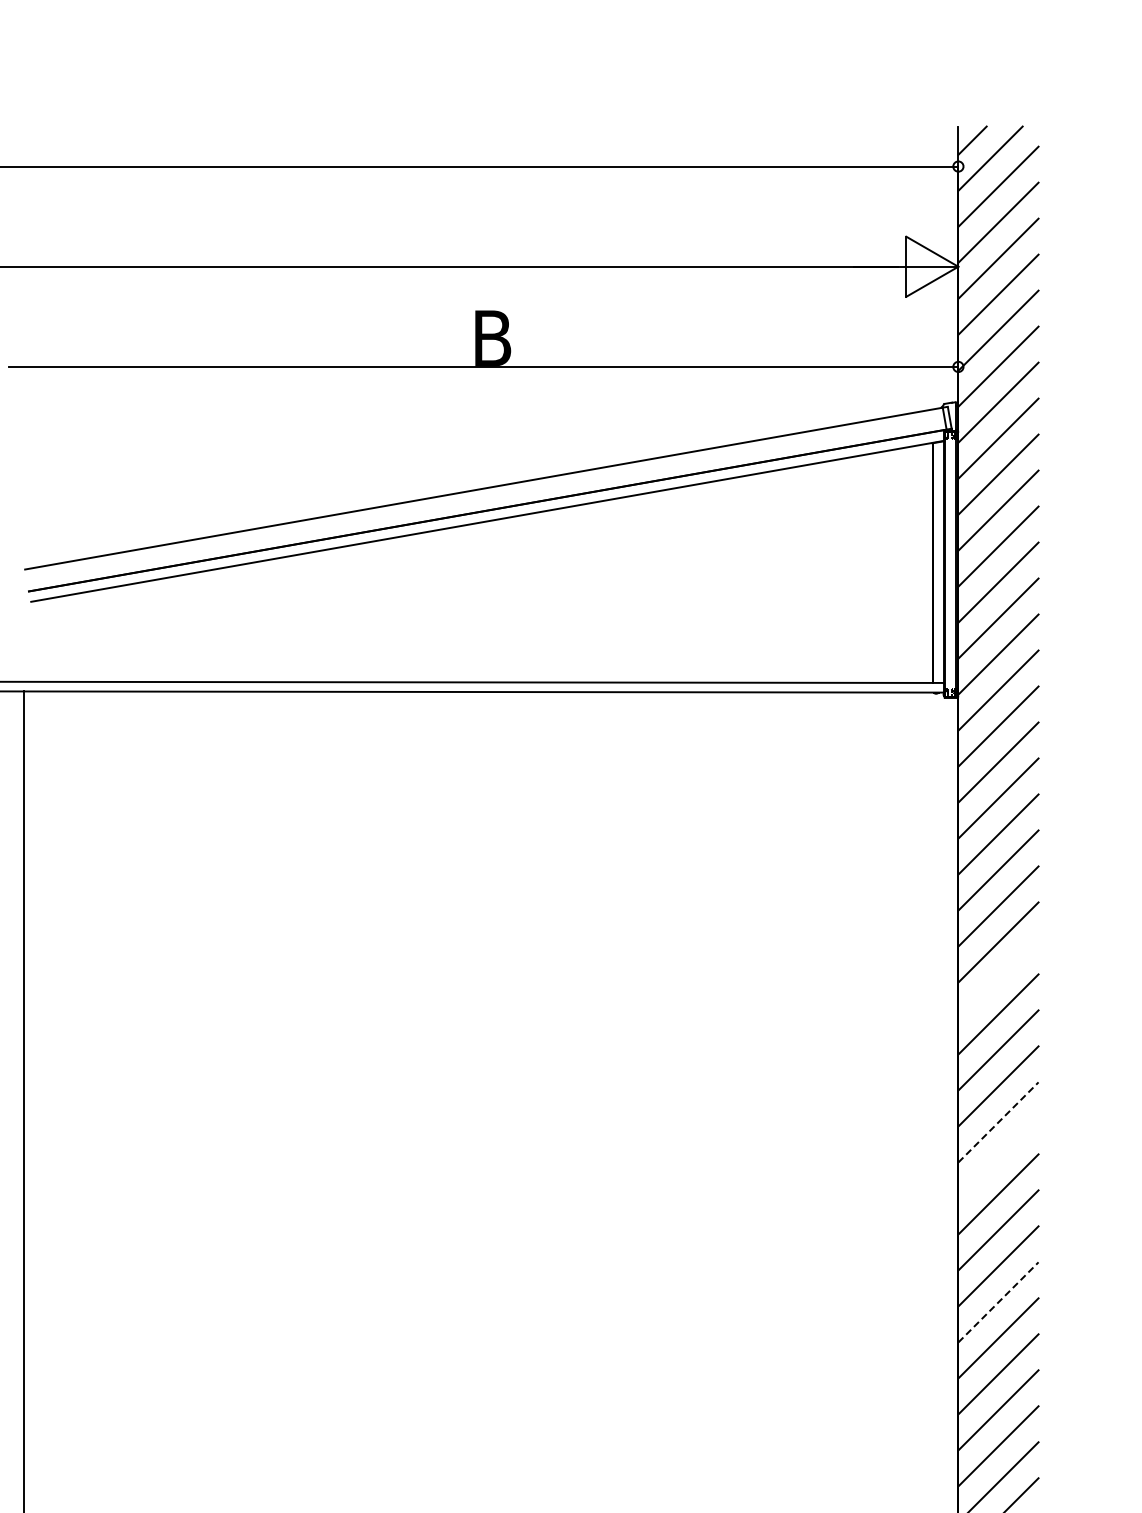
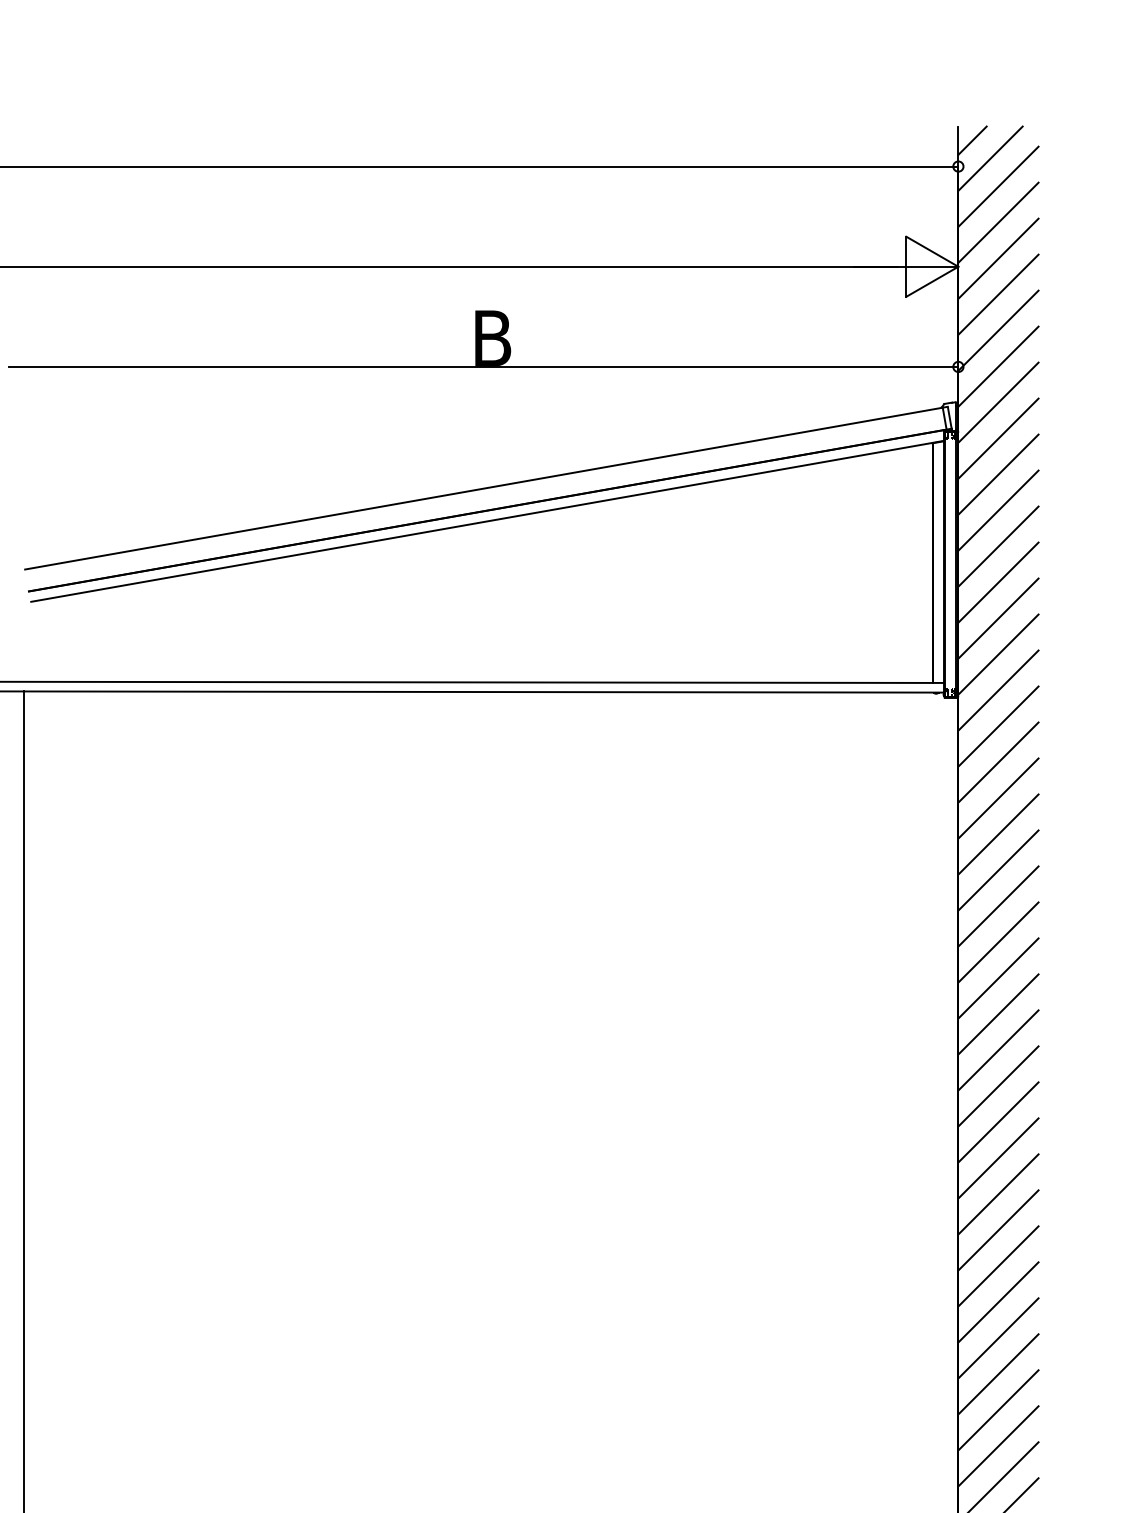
line at (998, 978): none -> present
line at (998, 1122): dashed -> solid
line at (998, 1158): none -> present
line at (998, 1302): dashed -> solid
